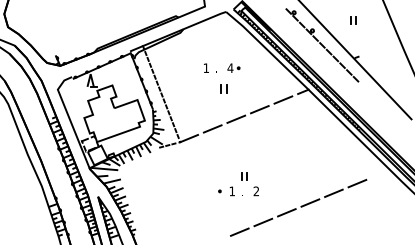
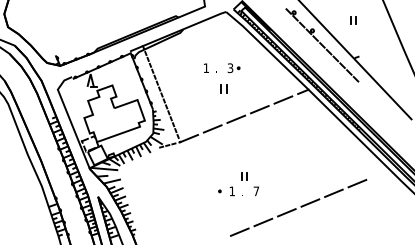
text at (230, 68): 4 -> 3
text at (256, 191): 2 -> 7
